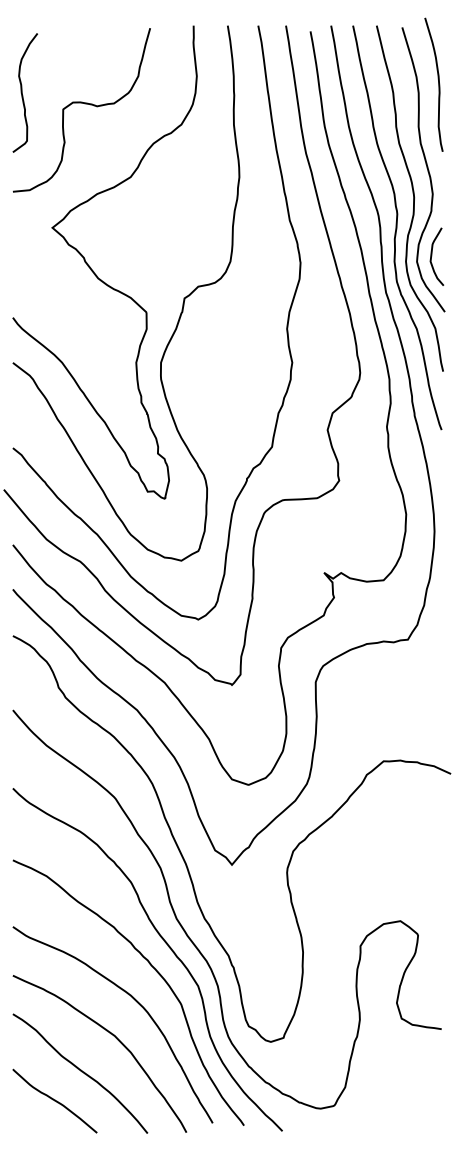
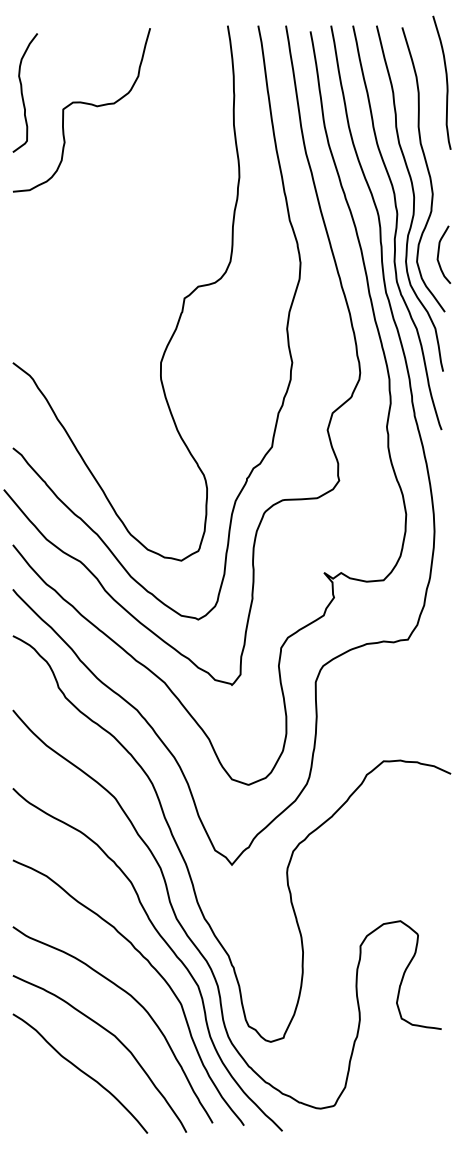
curve at (438, 84) position: (438, 84) -> (446, 82)
curve at (432, 256) position: (432, 256) -> (439, 254)
curve at (94, 271): present -> none
curve at (54, 1100): present -> none
